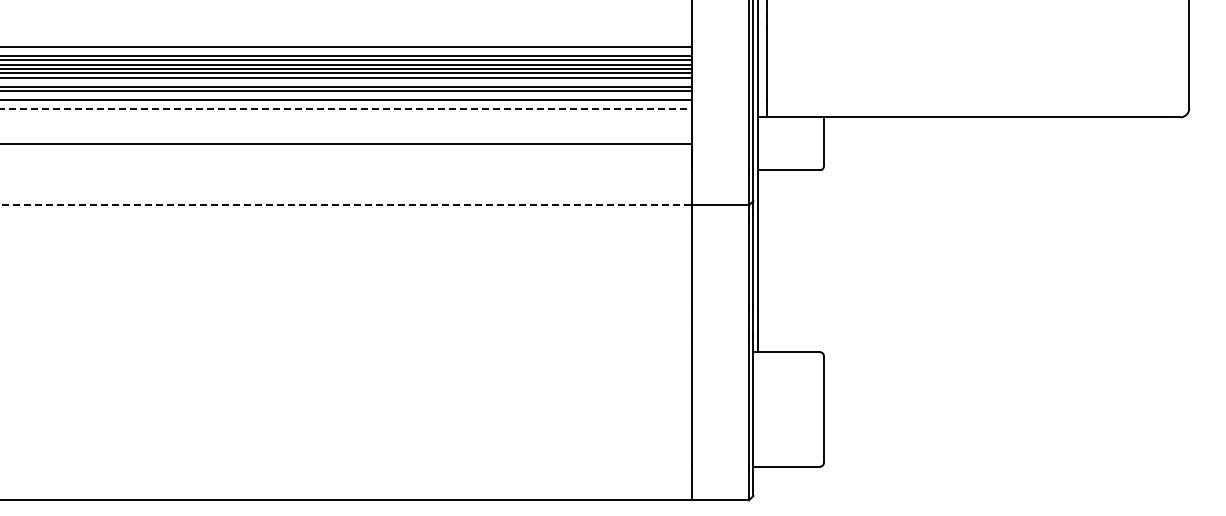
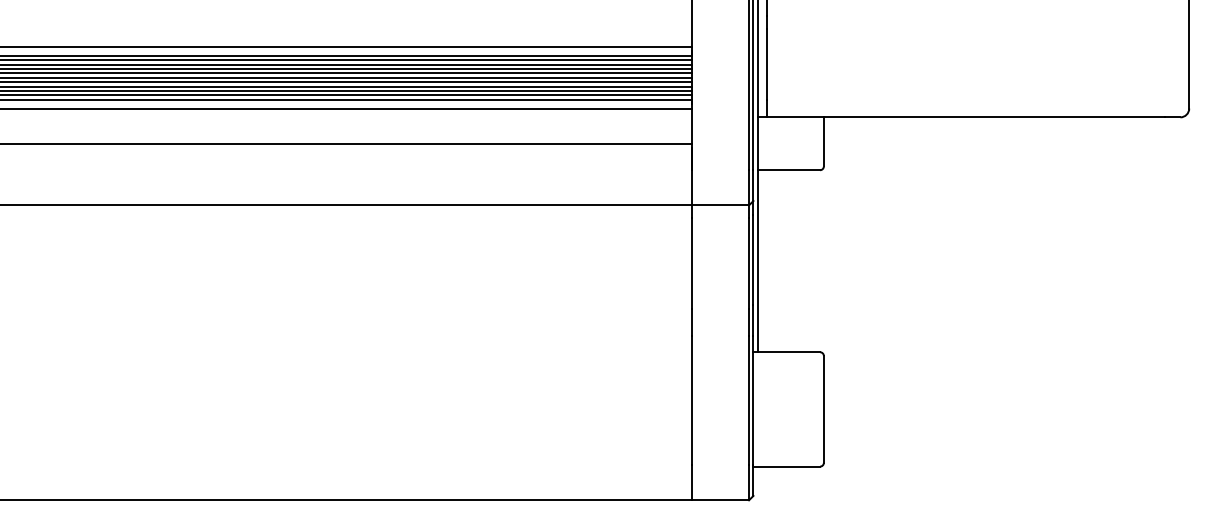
line at (346, 82): none -> present
line at (346, 95): none -> present
line at (345, 108): dashed -> solid
line at (346, 205): dashed -> solid
